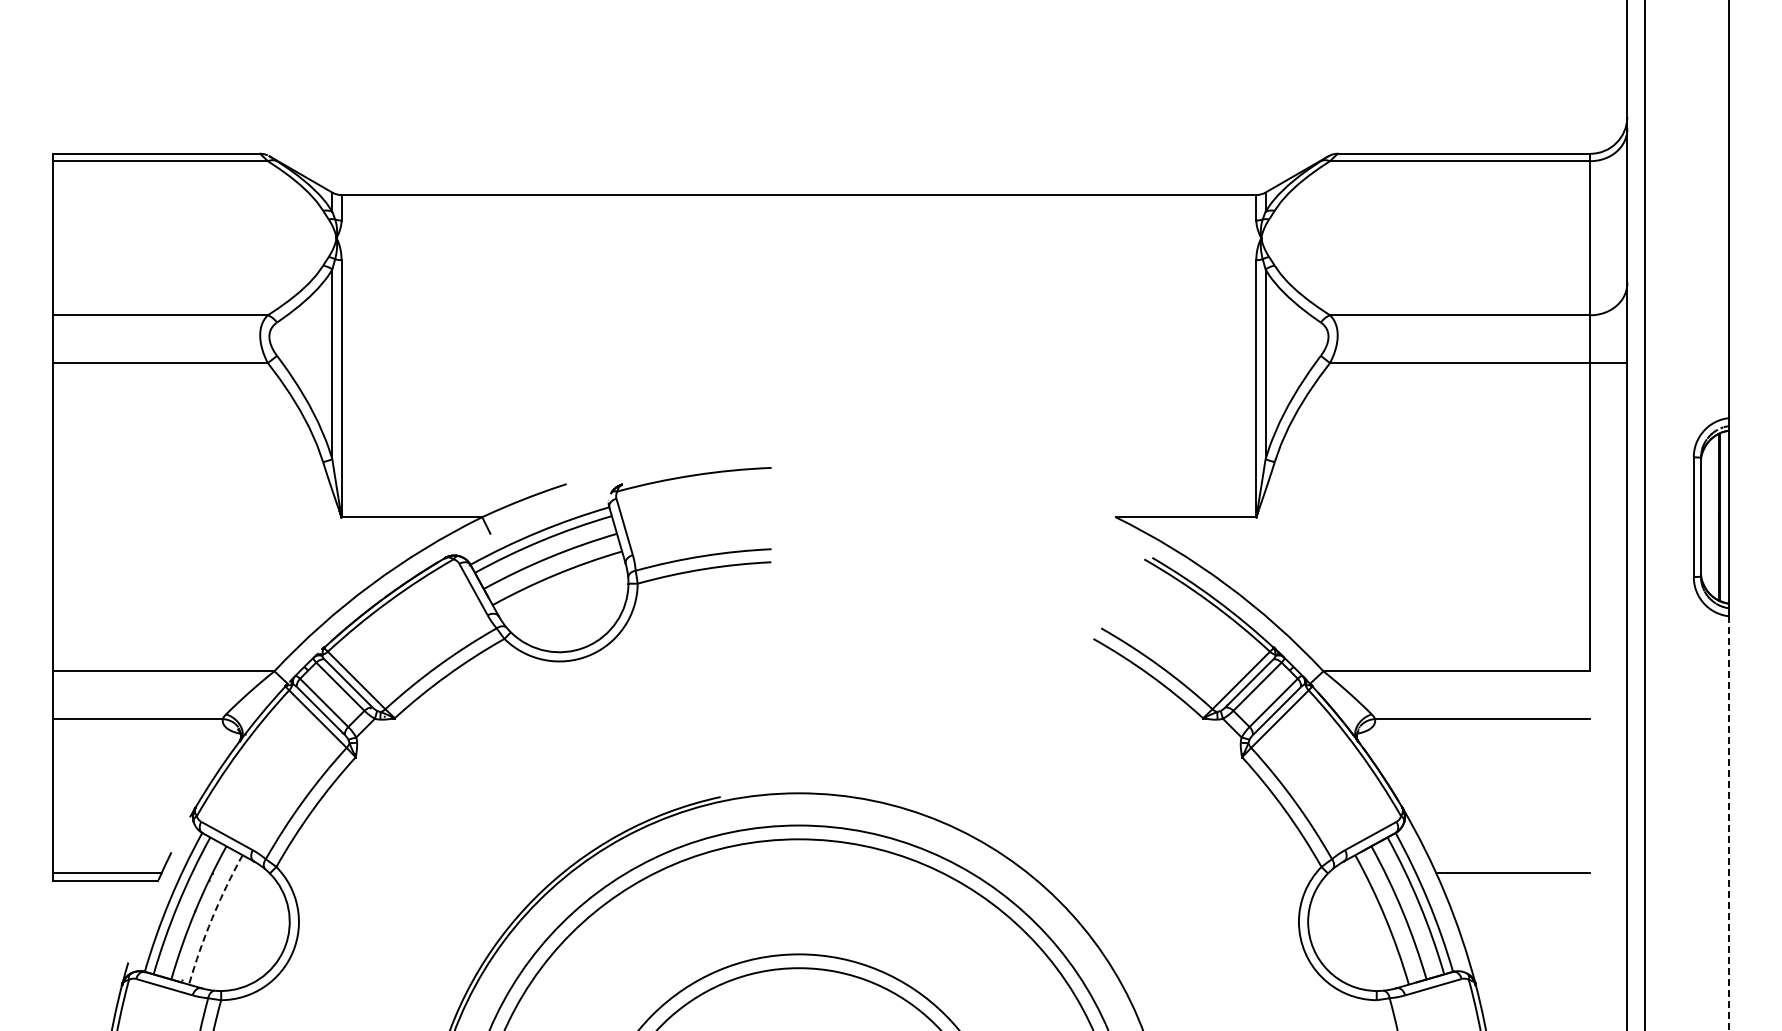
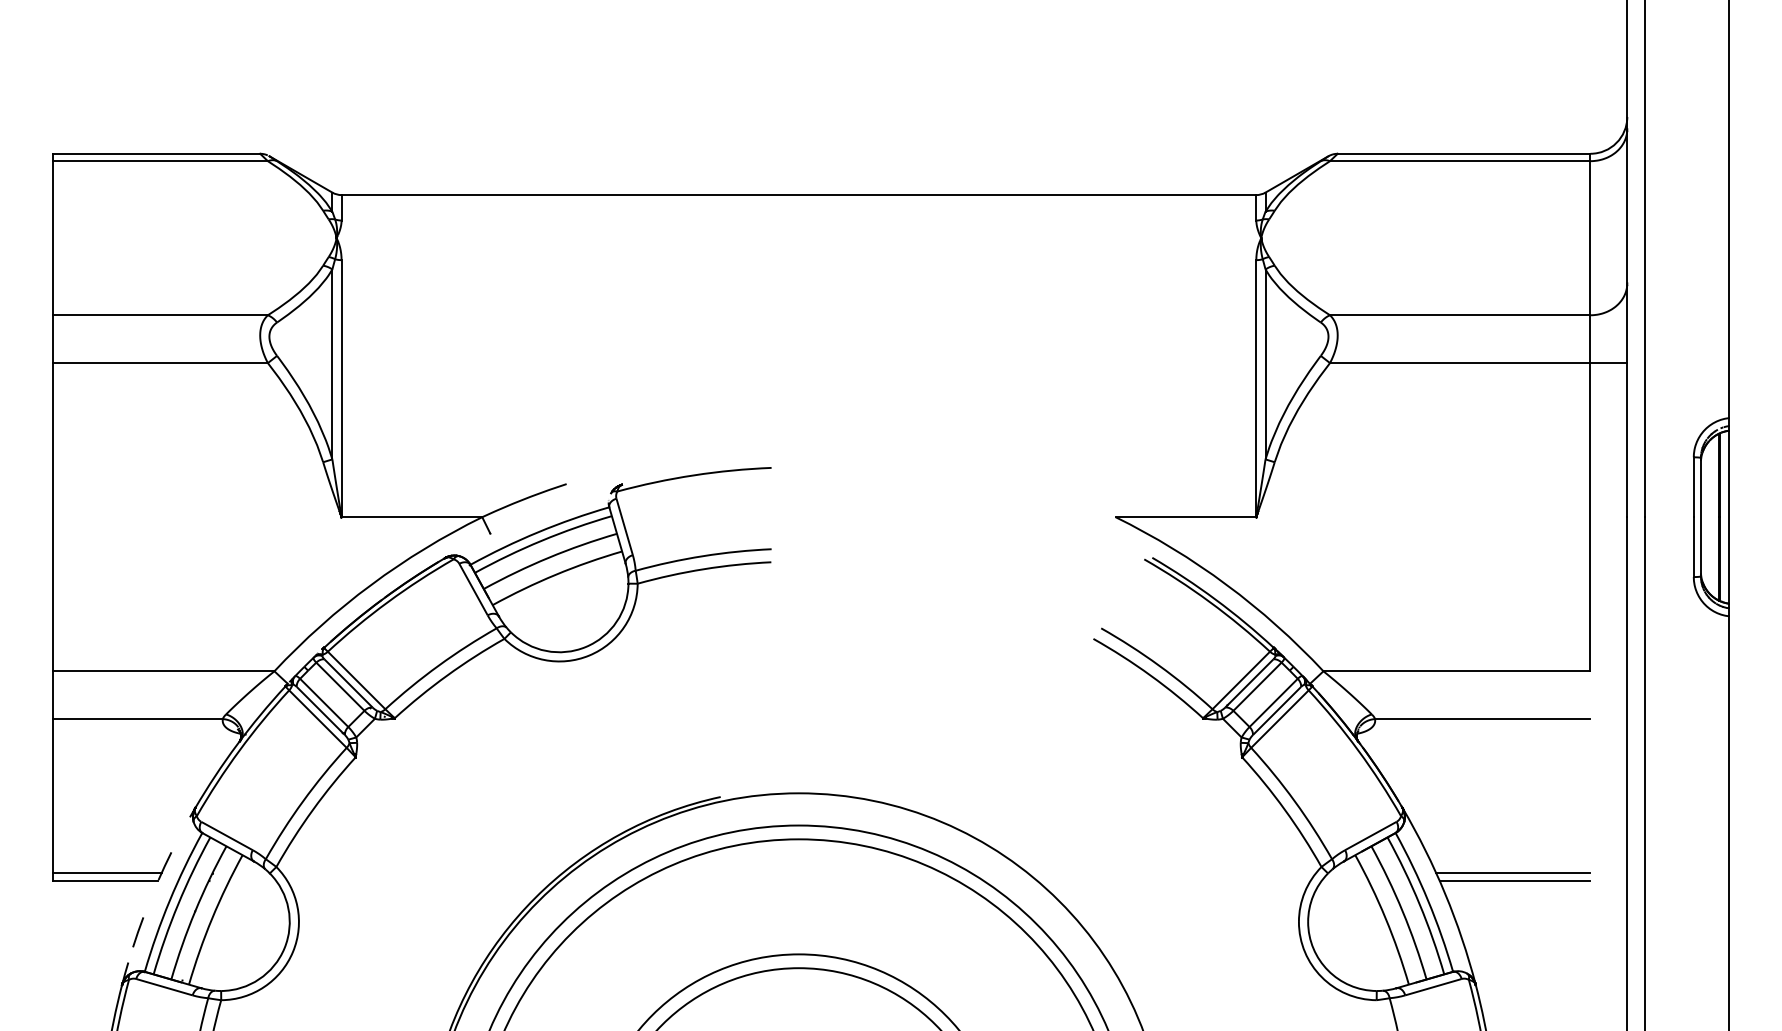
line at (1728, 823): dashed -> solid
line at (1514, 880): none -> present
arc at (212, 918): dashed -> solid
line at (137, 932): none -> present
